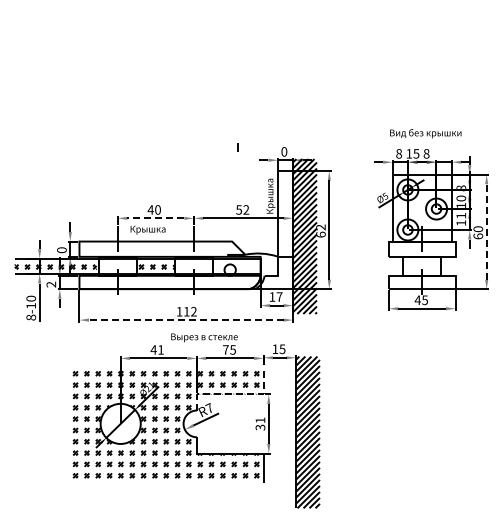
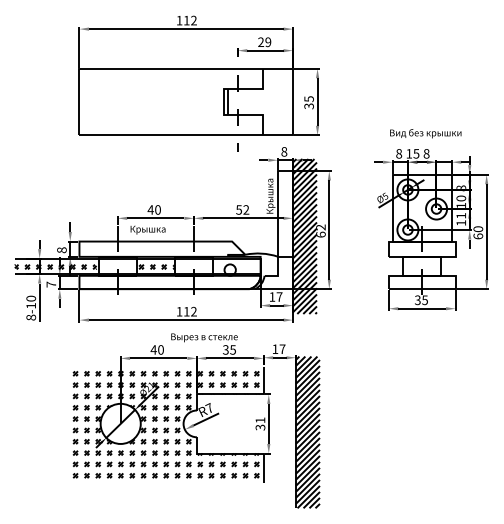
part at (198, 75): none -> present
text at (284, 152): 0 -> 8
line at (155, 218): dashed -> solid
line at (486, 232): dashed -> solid
text at (61, 250): 0 -> 8
text at (51, 284): 2 -> 7
text at (417, 300): 45 -> 35
line at (185, 320): dashed -> solid
text at (160, 349): 41 -> 40
text at (225, 349): 75 -> 35
text at (282, 349): 15 -> 17
line at (235, 394): dashed -> solid
